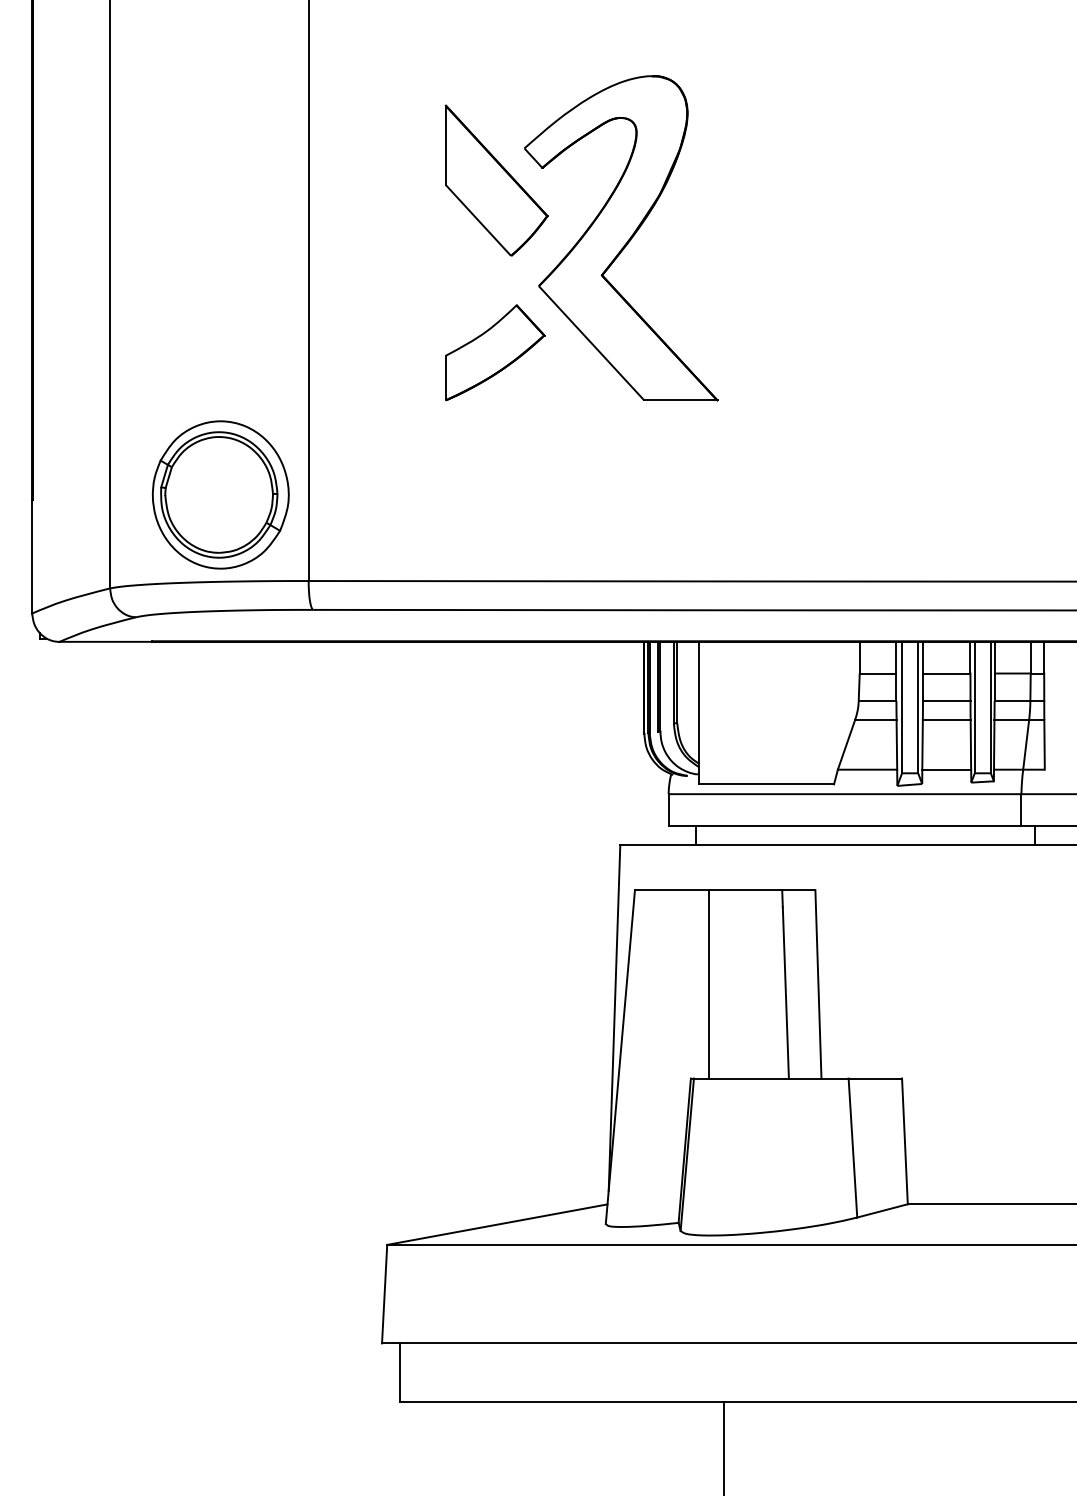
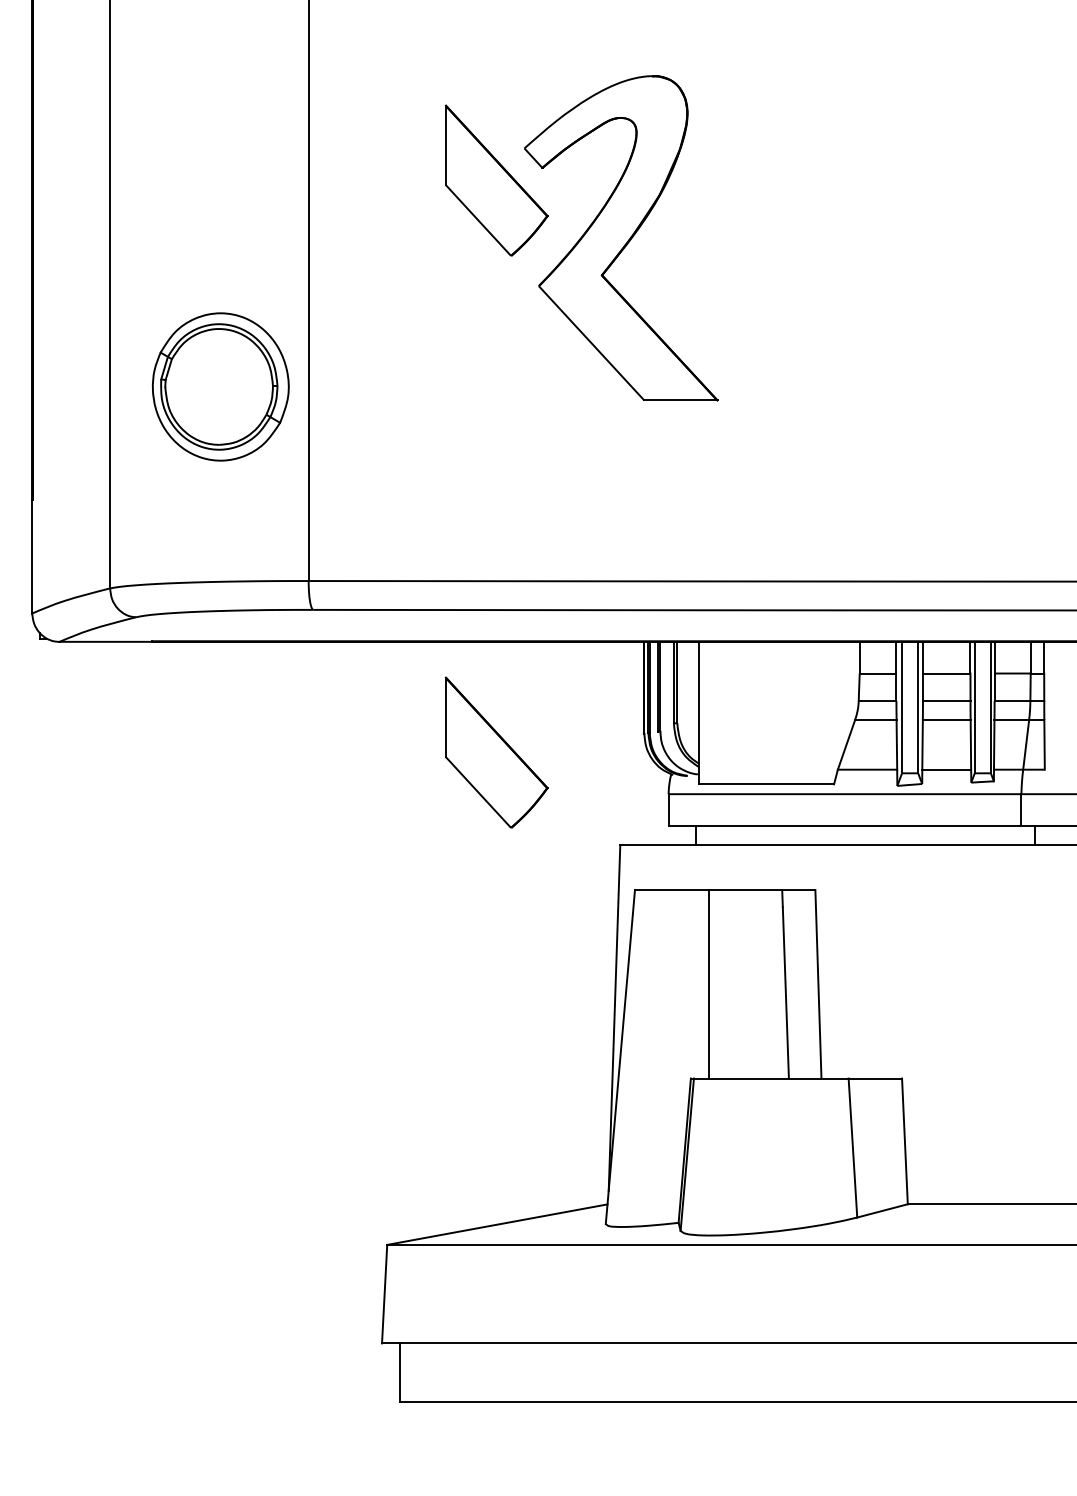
part at (495, 352): present -> none
part at (220, 494) position: (220, 494) -> (220, 386)
part at (496, 752): none -> present
line at (723, 1446): present -> none
